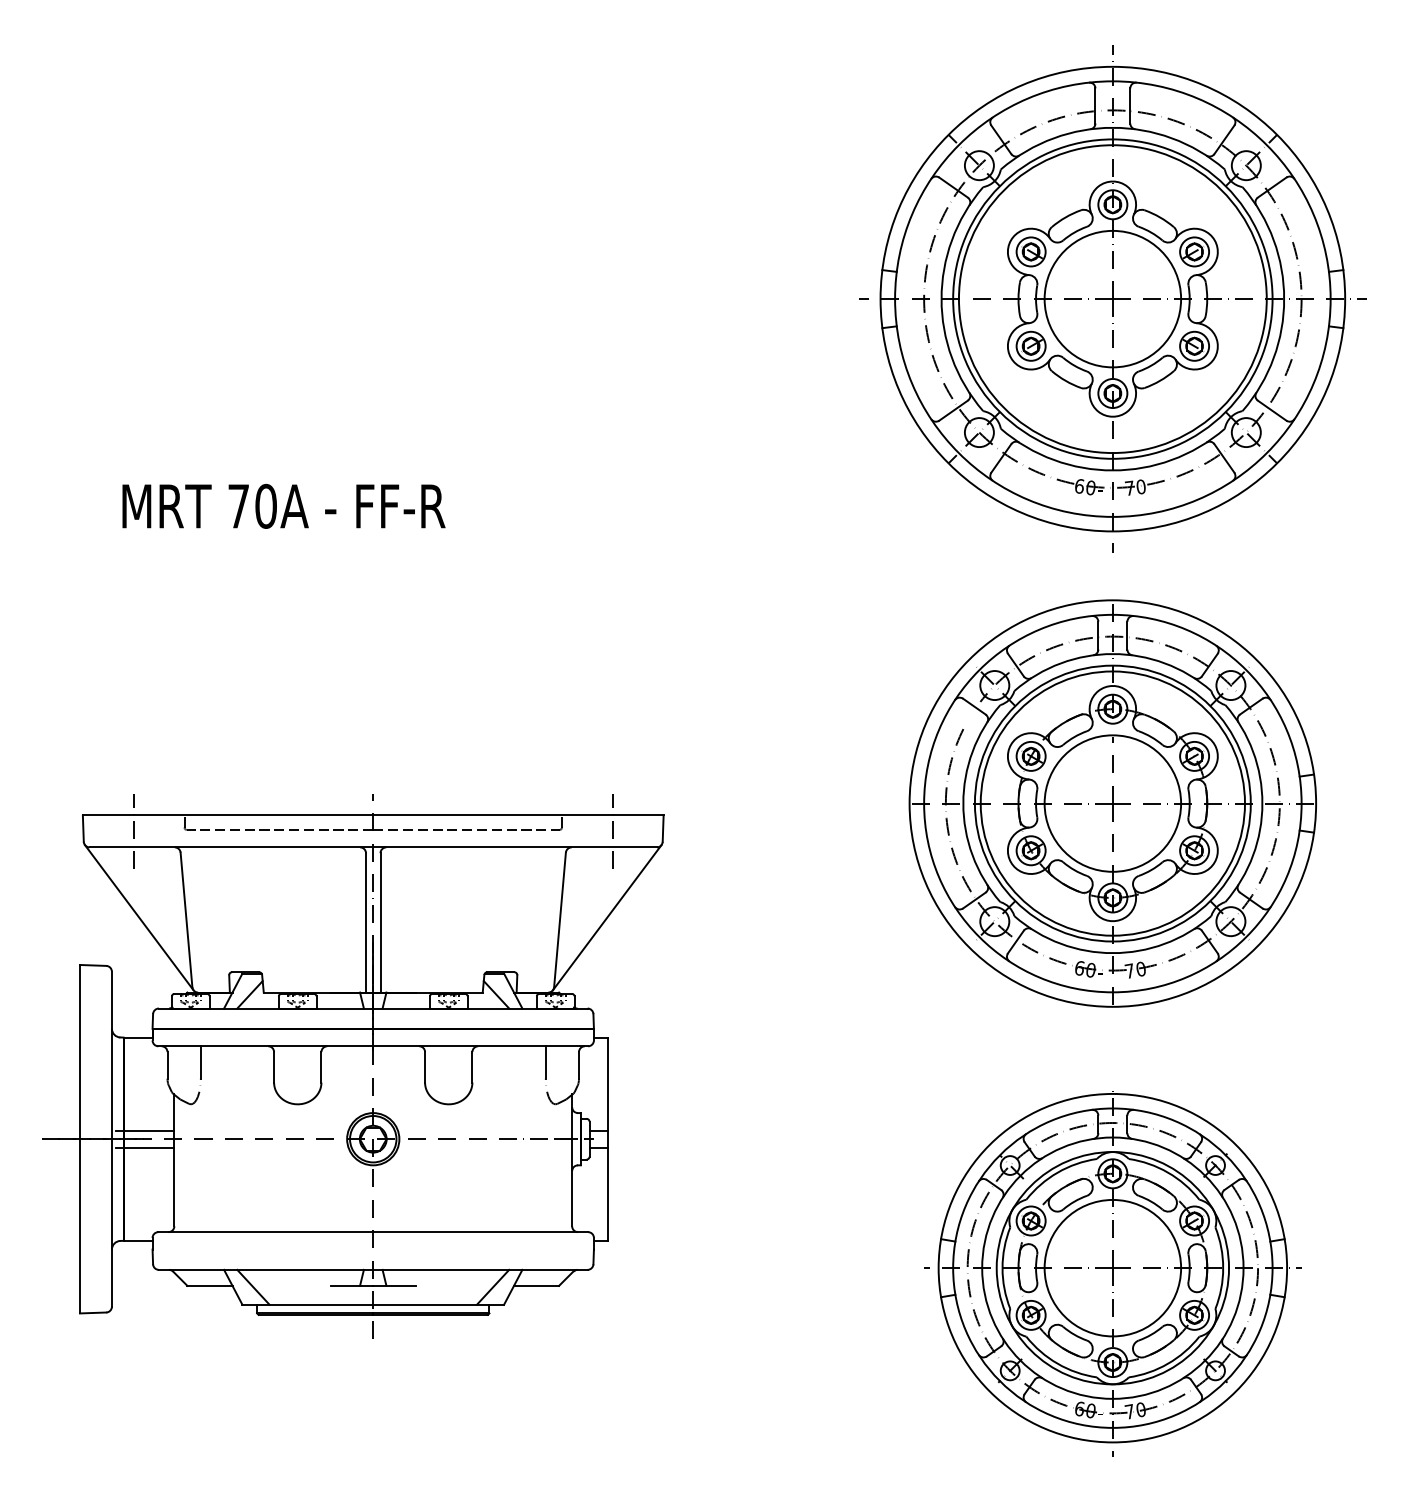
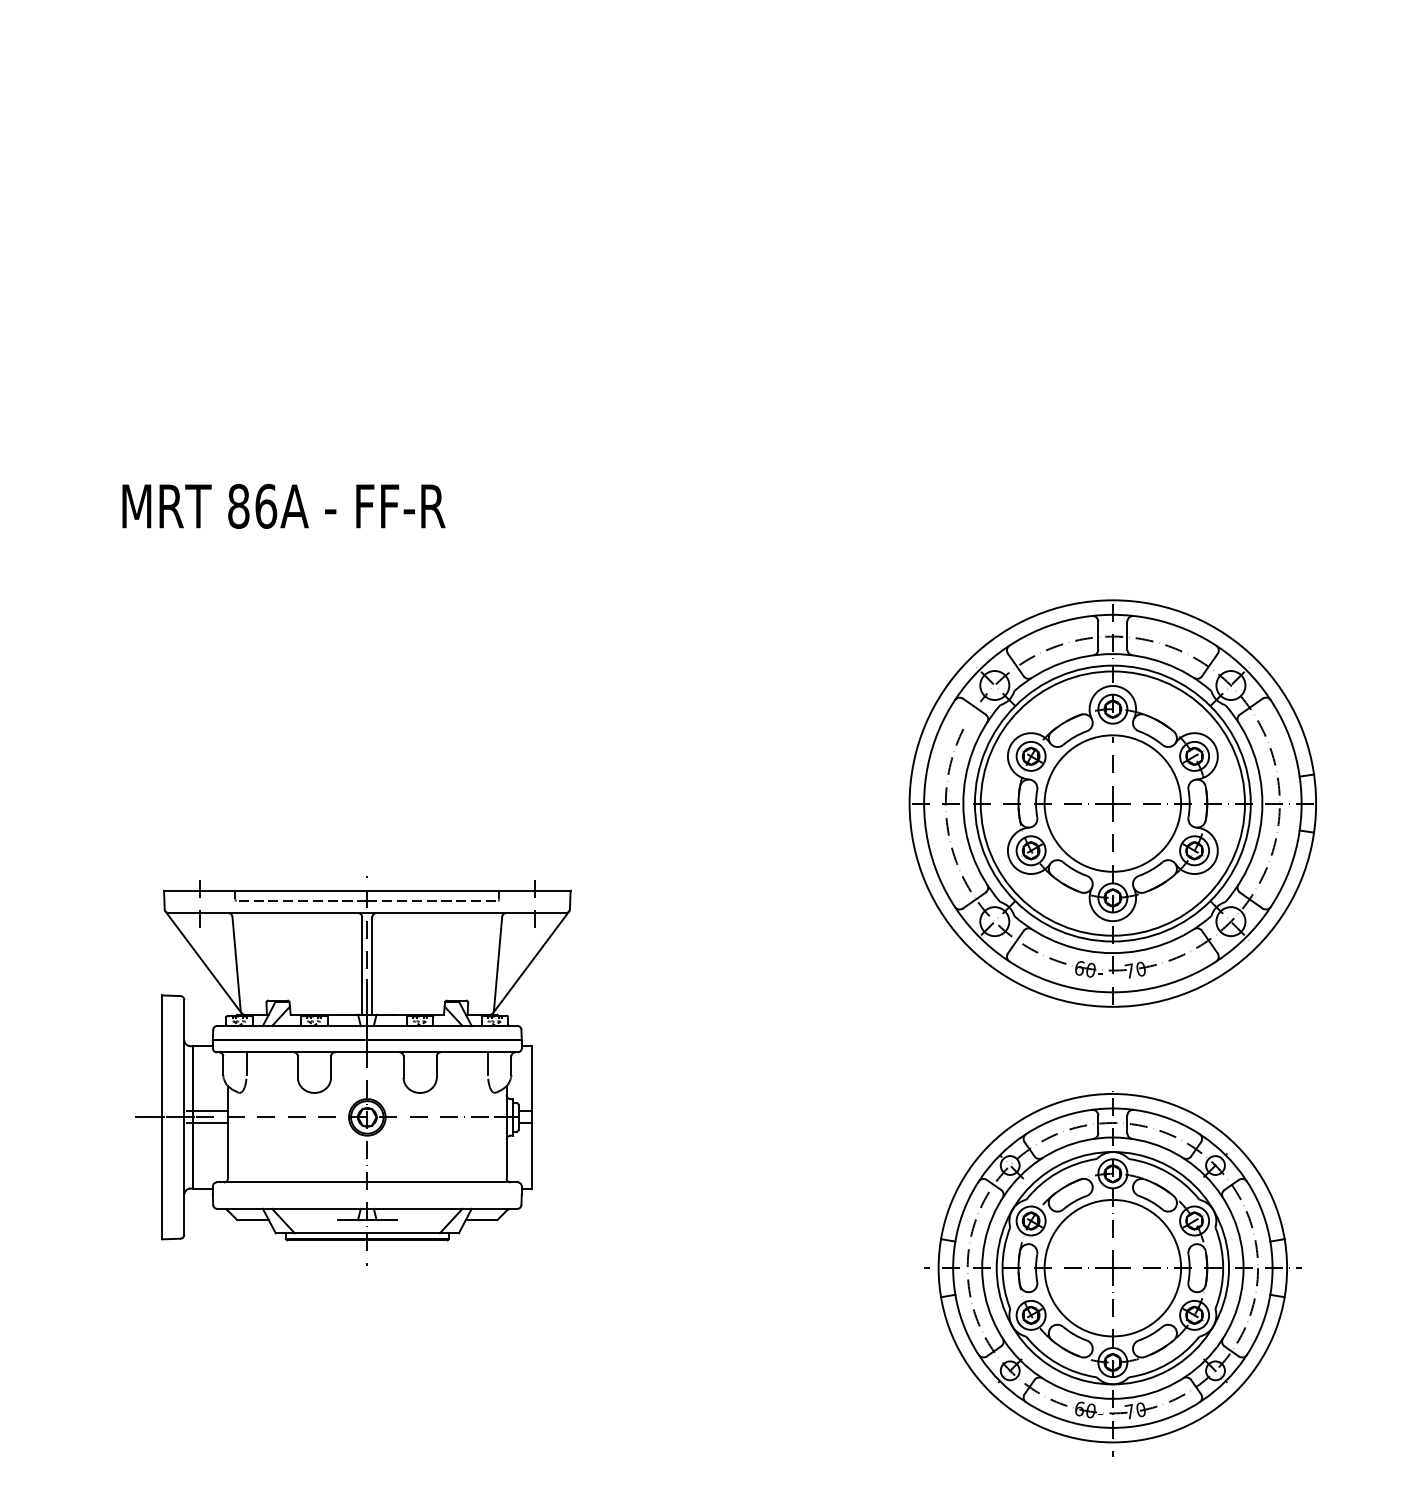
part at (1112, 298): present -> none
text at (252, 505): 70A -> 86A
part at (353, 1066) size: 623x545 px -> 437x375 px
